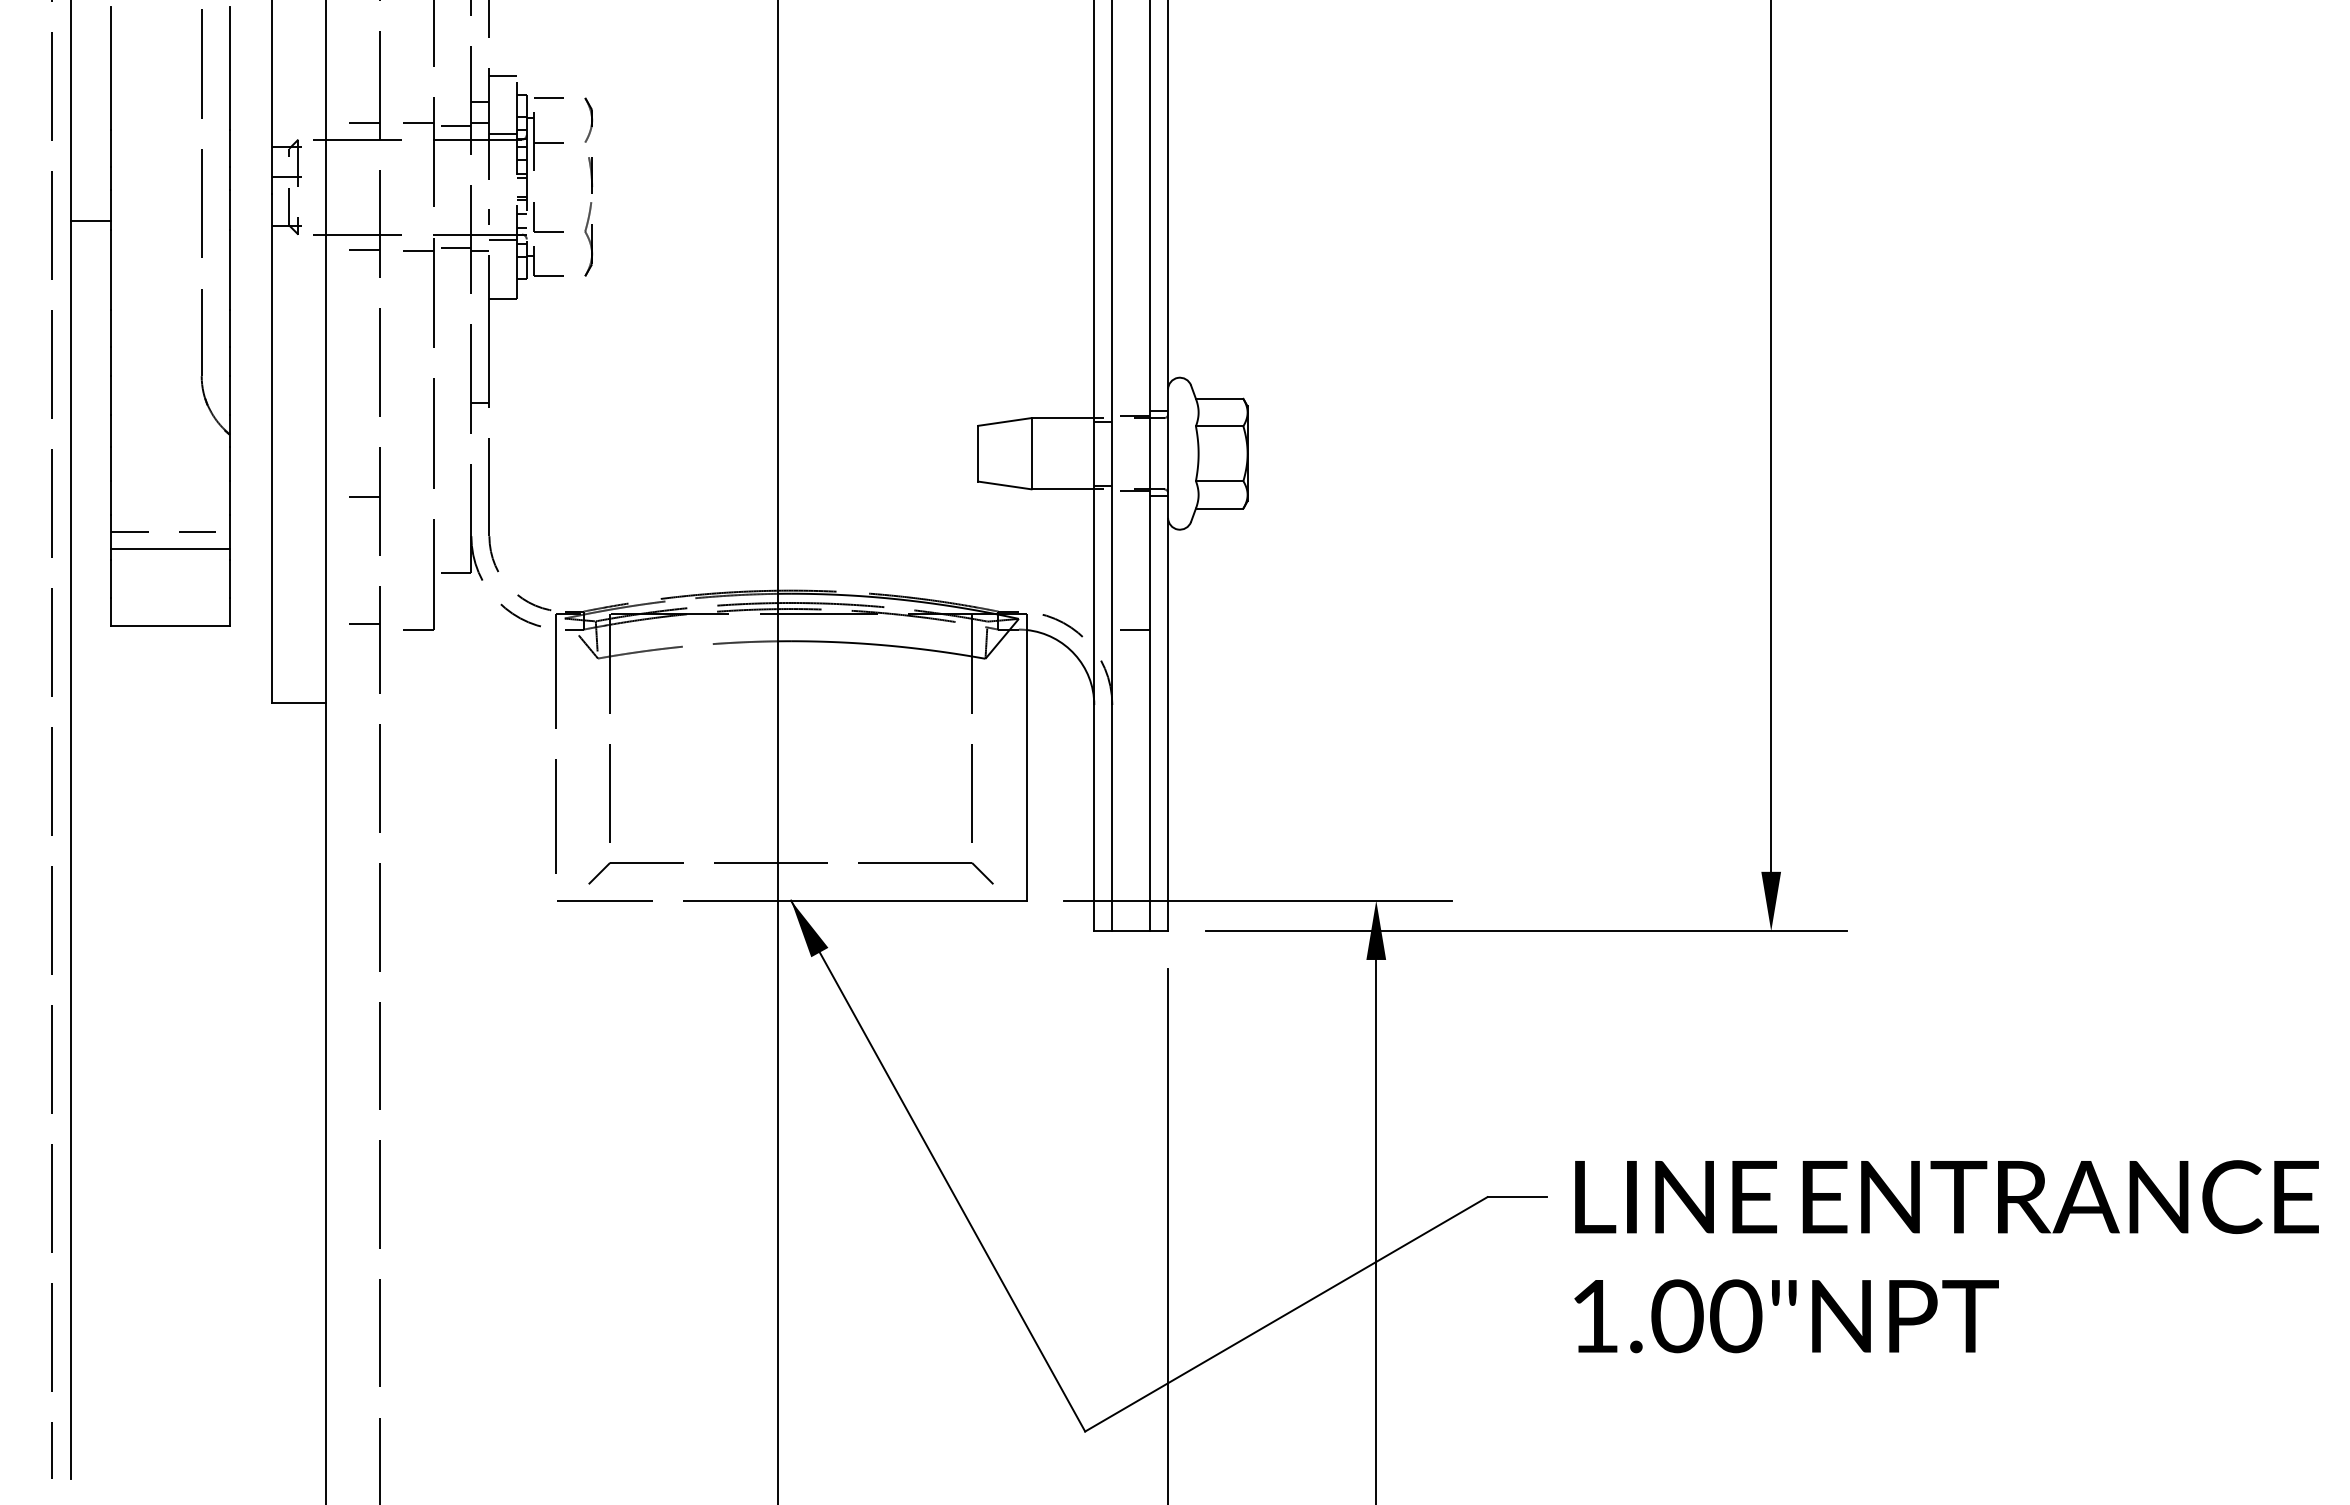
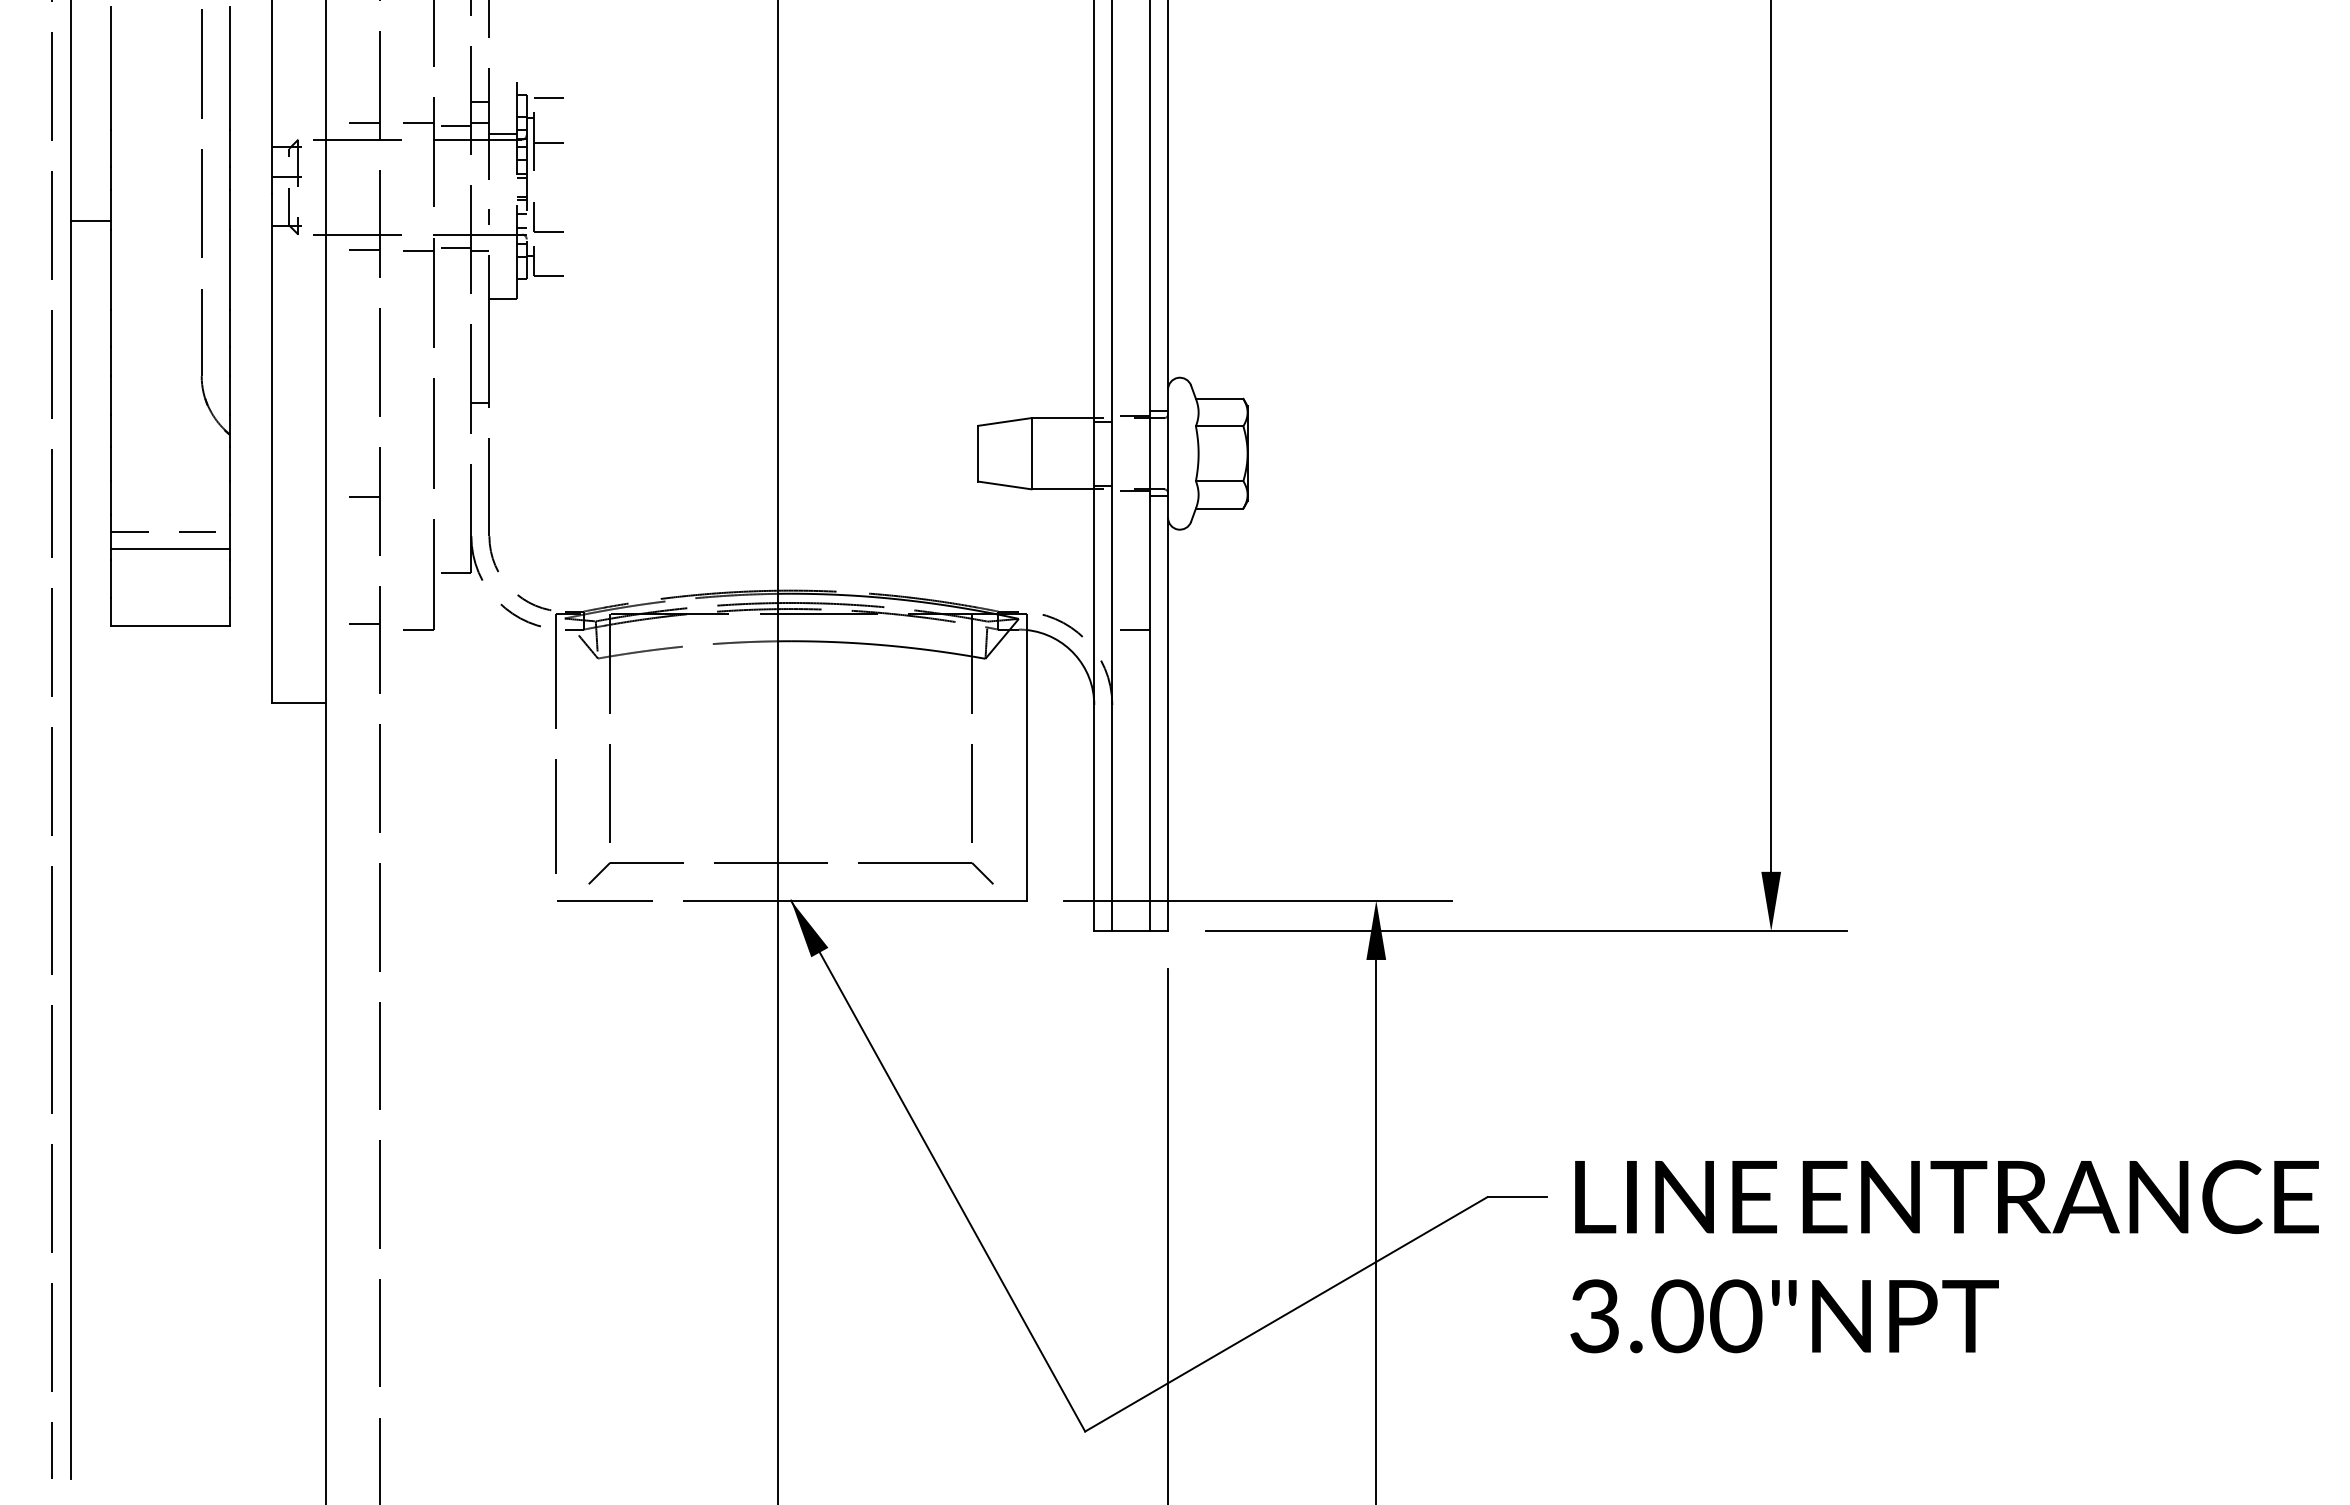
line at (502, 75): present -> none
part at (588, 186): present -> none
line at (502, 239): present -> none
text at (1594, 1316): 1.00"NPT -> 3.00"NPT
